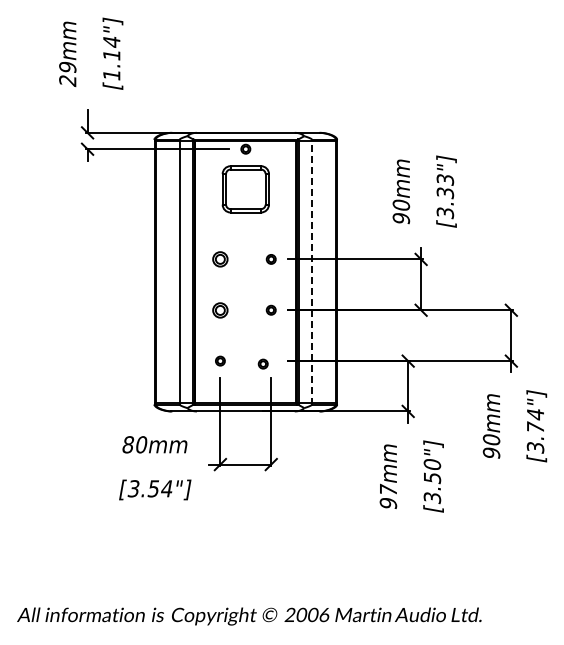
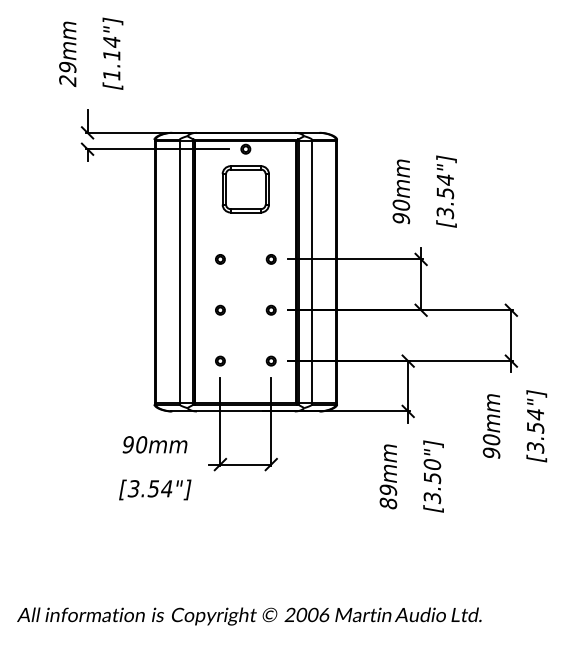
text at (445, 185): [3.33"] -> [3.54"]
part at (220, 259) size: 17x17 px -> 11x11 px
line at (311, 272): dashed -> solid
part at (220, 310) size: 17x17 px -> 11x12 px
part at (262, 363) position: (262, 363) -> (270, 360)
text at (535, 427): [3.74"] -> [3.54"]
text at (128, 444): 80mm -> 90mm
text at (388, 496): 97mm -> 89mm
